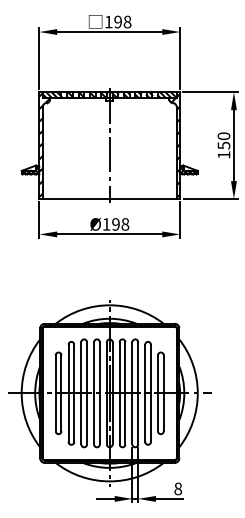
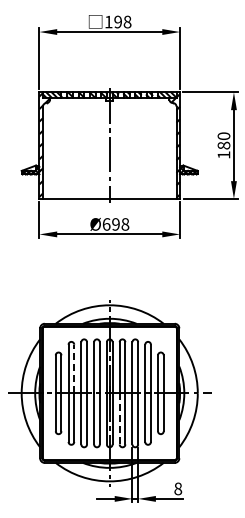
text at (223, 145): 150 -> 180
text at (106, 224): Ø198 -> Ø698
line at (74, 368): solid -> dashed
line at (119, 418): solid -> dashed
